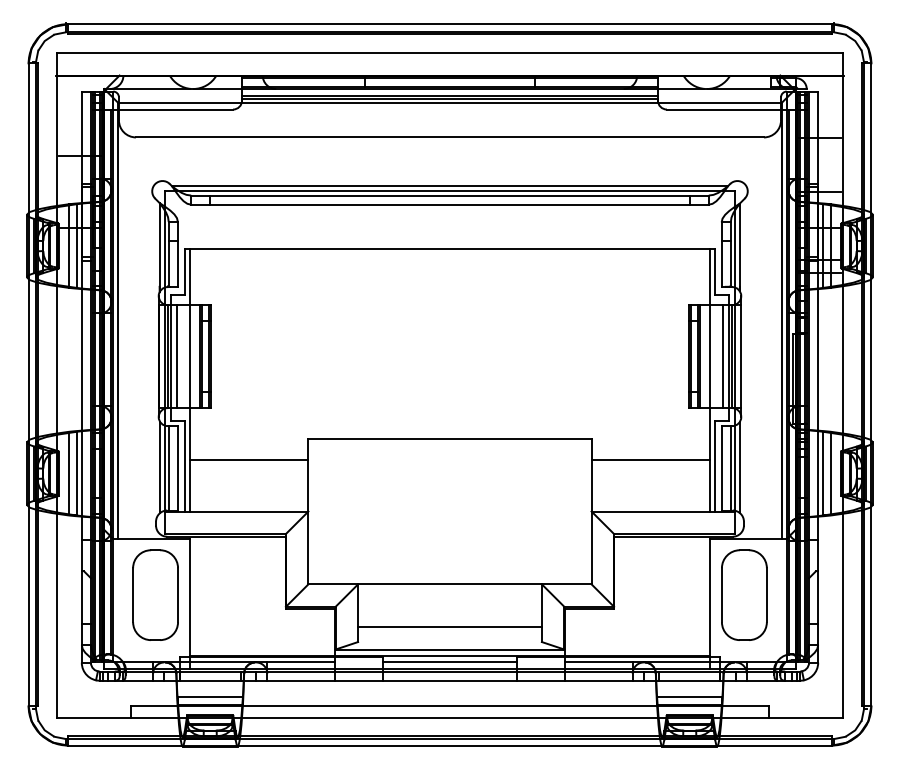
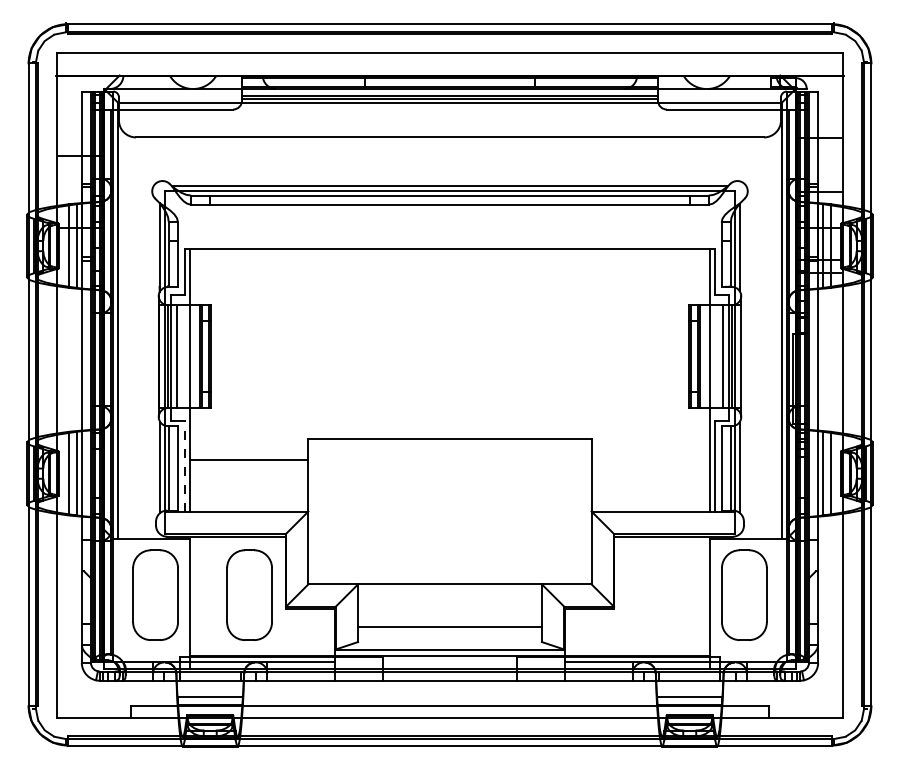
line at (650, 460): present -> none
line at (184, 465): solid -> dashed
part at (249, 594): none -> present
line at (449, 662): present -> none
